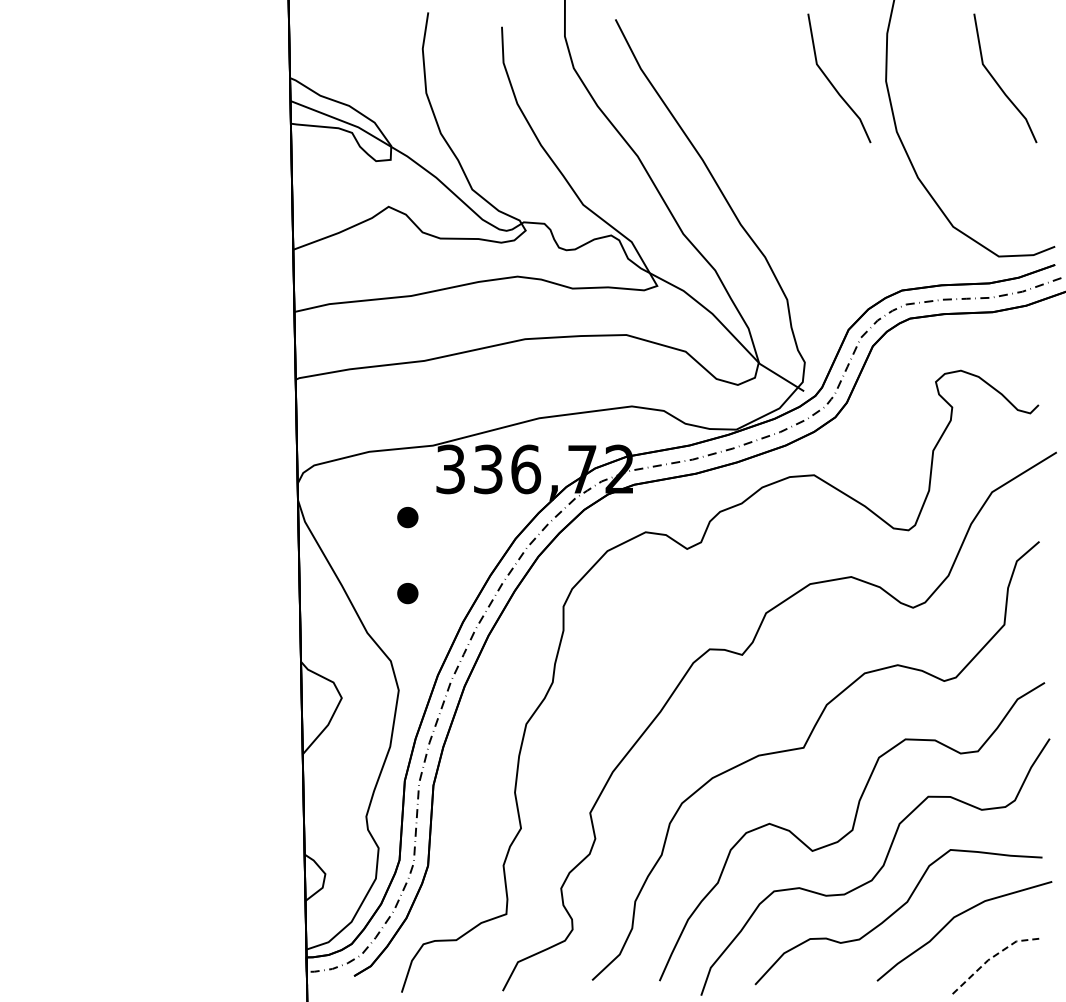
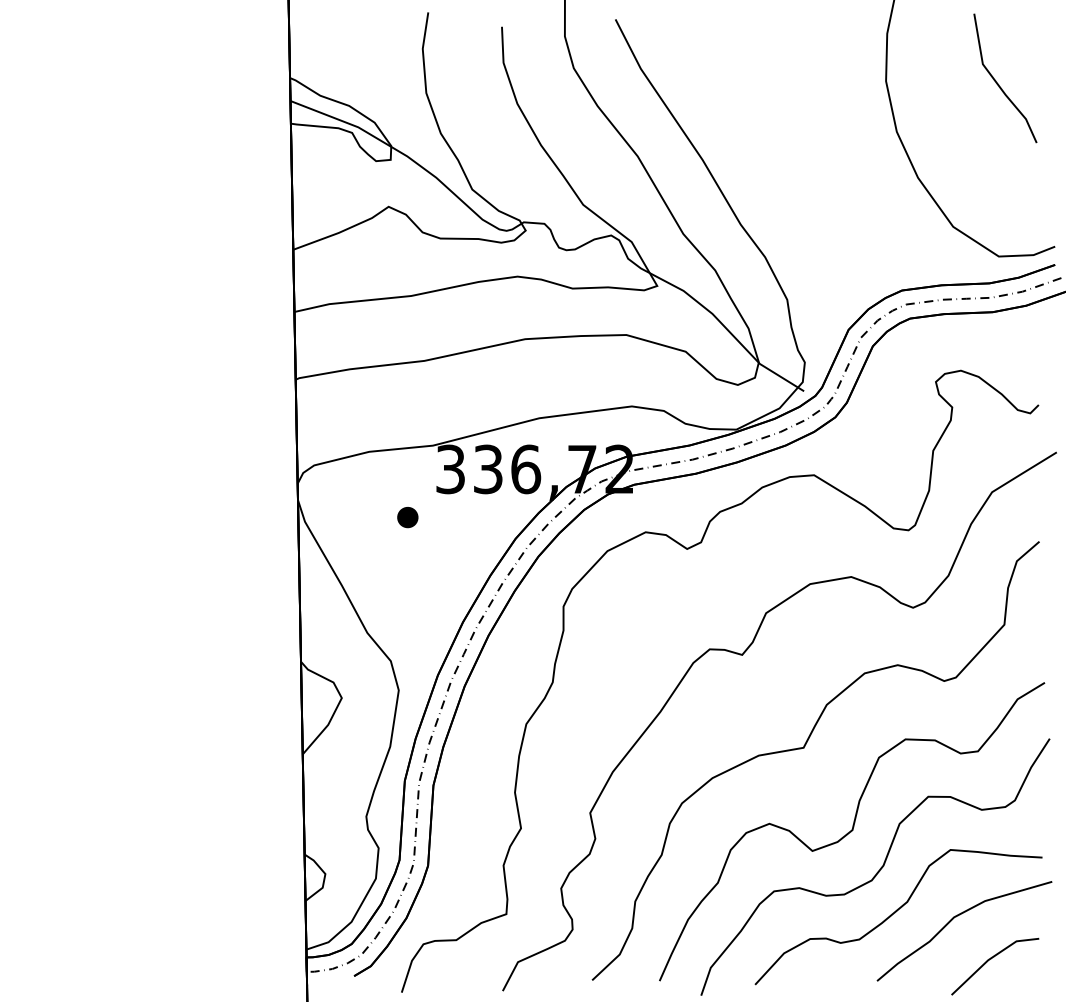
line at (833, 84): present -> none
part at (407, 593): present -> none
line at (990, 958): dashed -> solid
